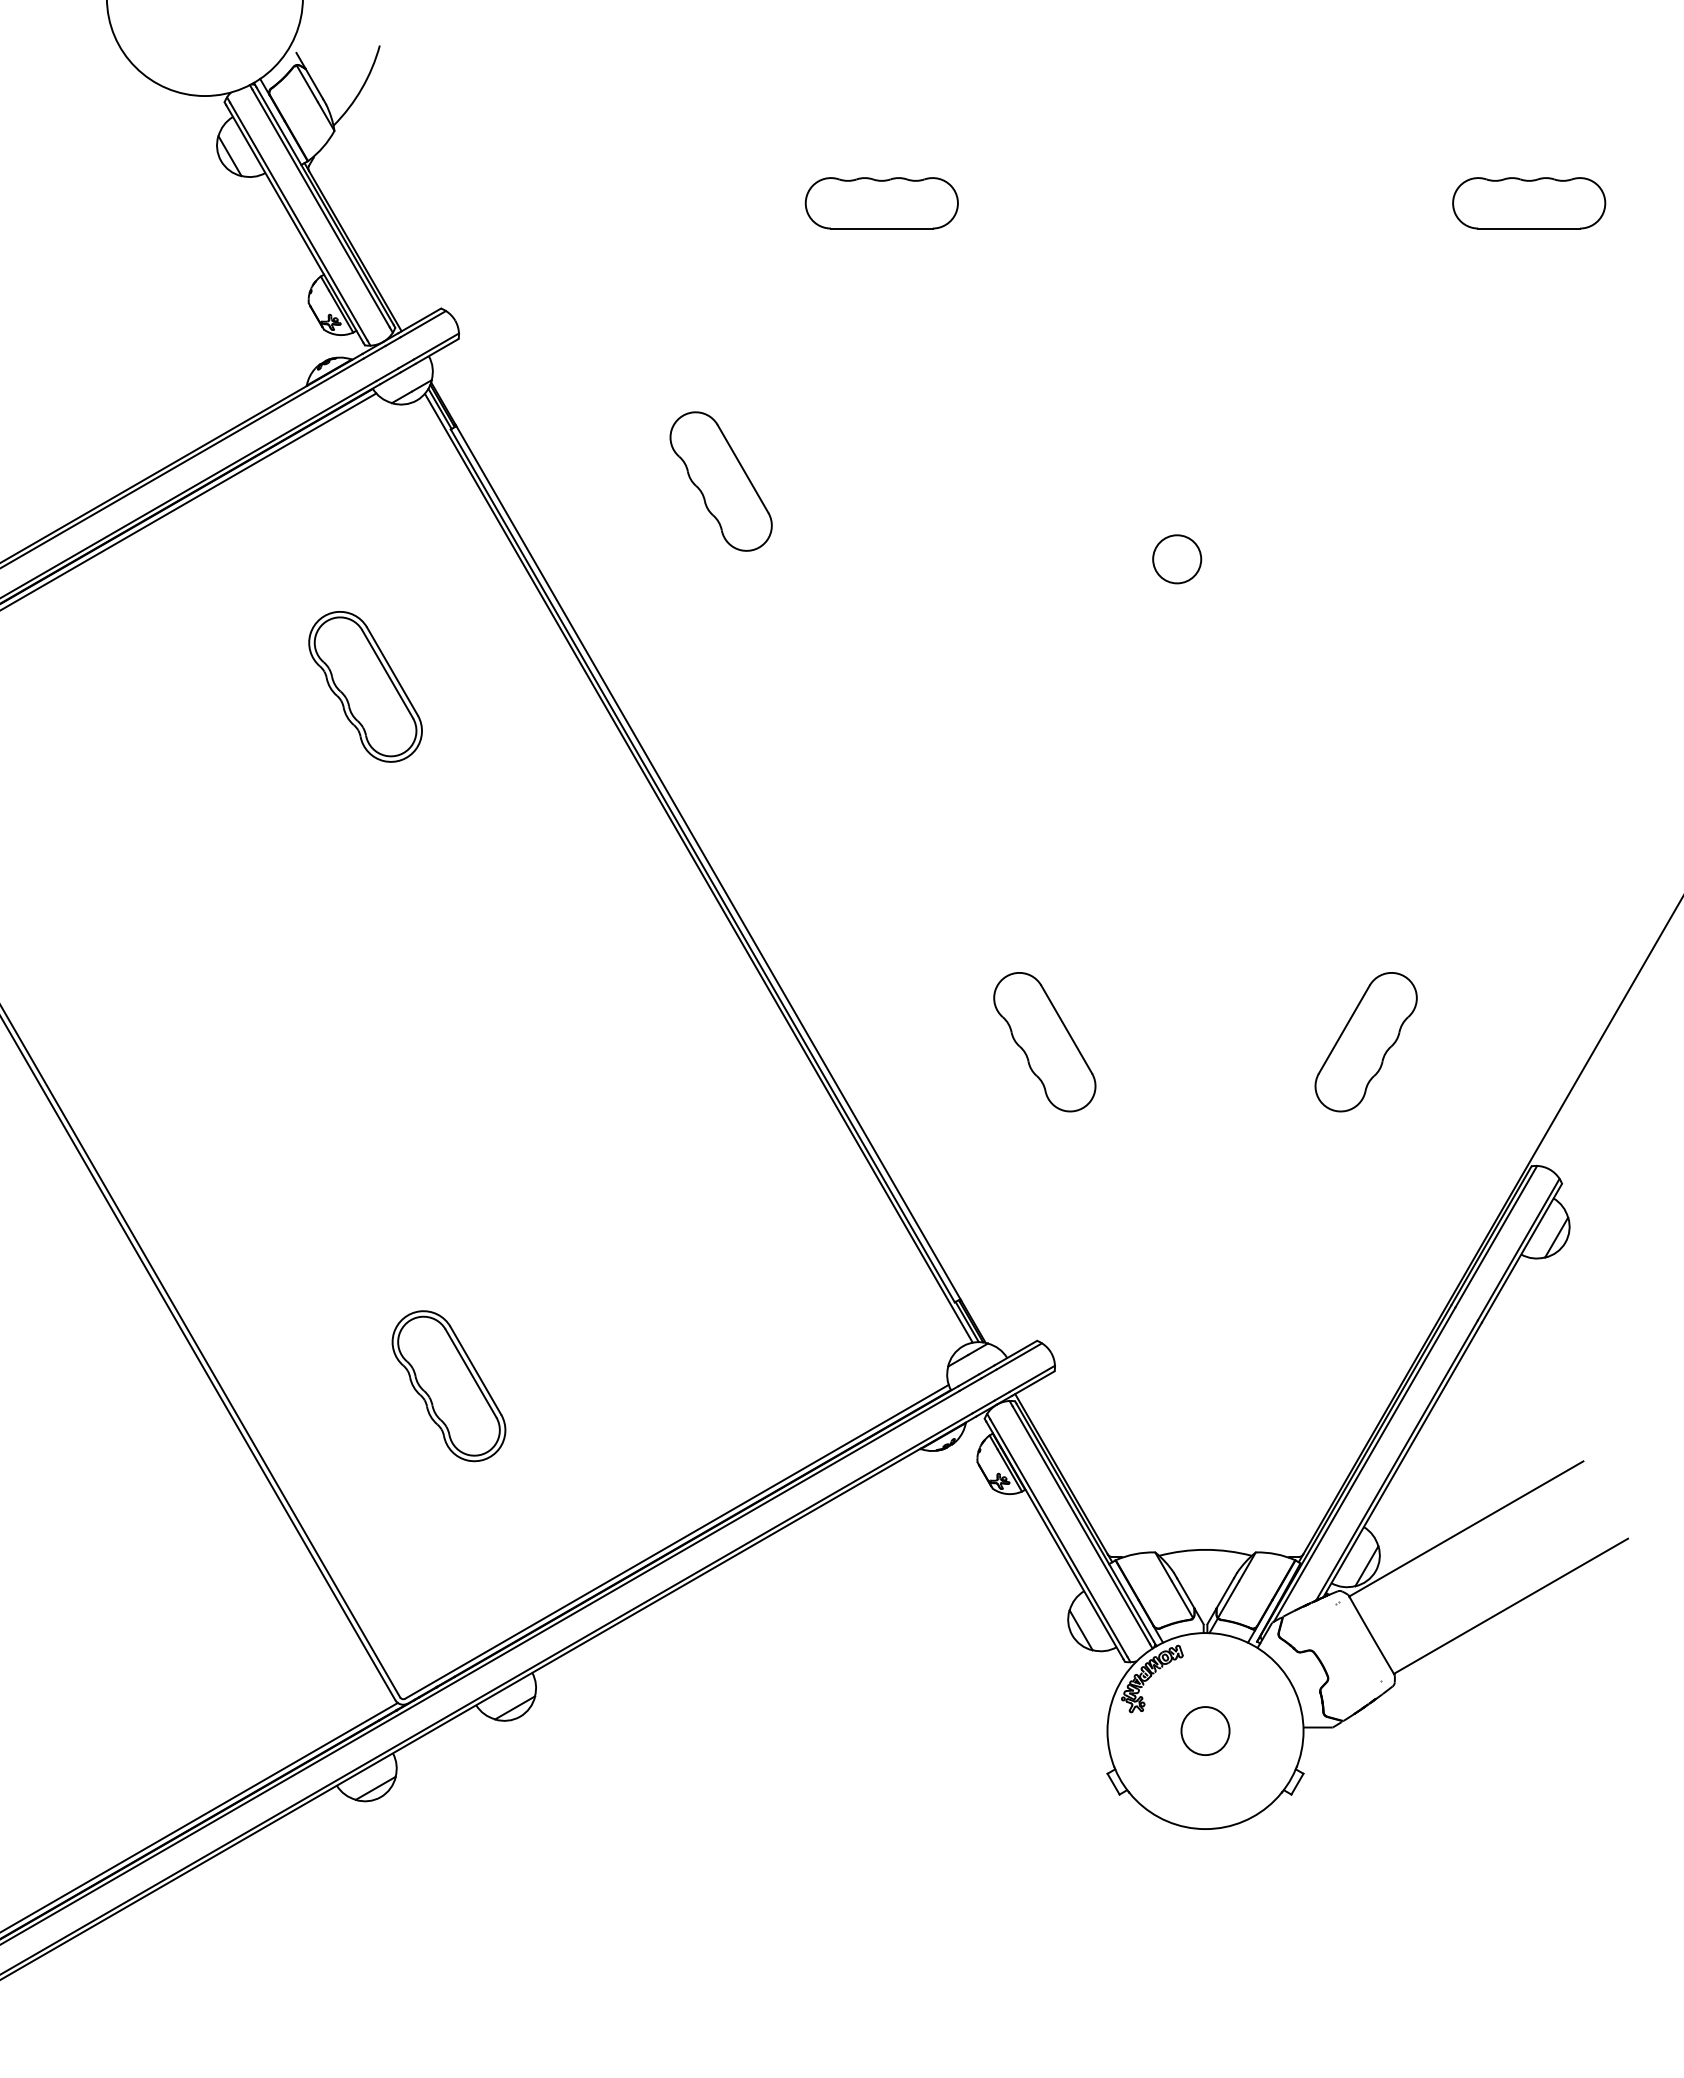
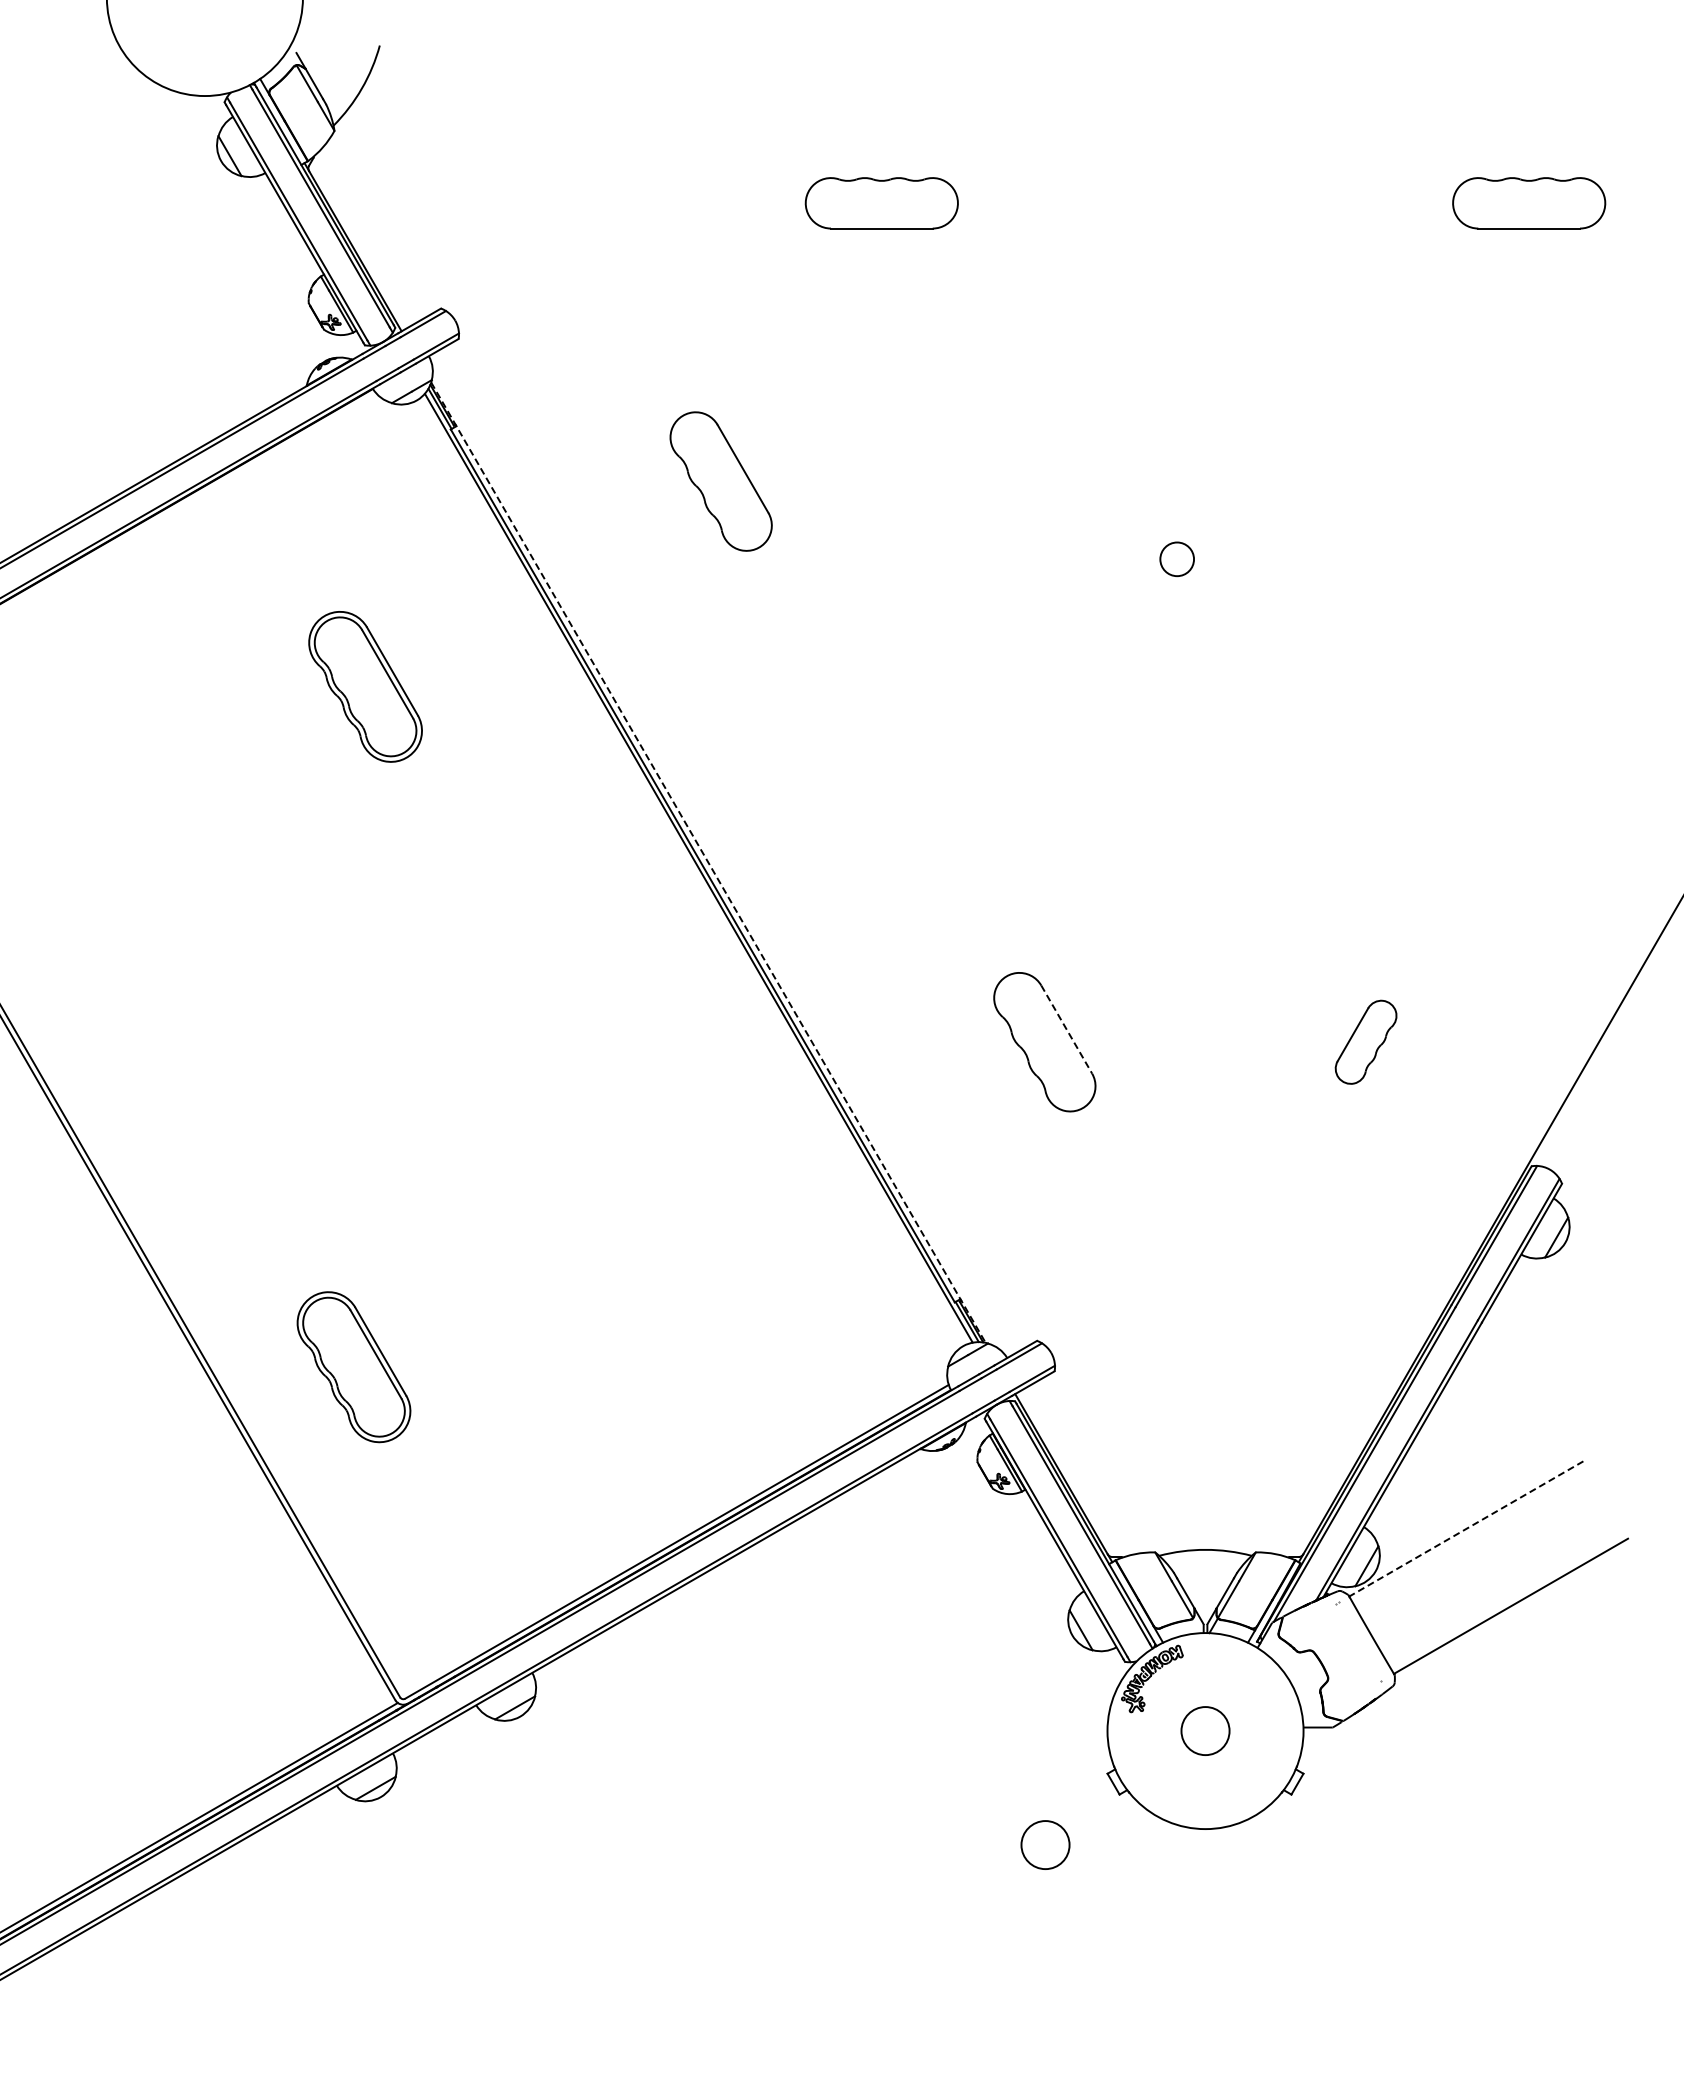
line at (189, 501): present -> none
circle at (1177, 559) diameter: 48 px -> 34 px
line at (708, 863): solid -> dashed
line at (1066, 1029): solid -> dashed
part at (1365, 1042) size: 104x141 px -> 64x86 px
part at (448, 1386) position: (448, 1386) -> (353, 1367)
line at (1465, 1529): solid -> dashed
circle at (1045, 1844): none -> present
